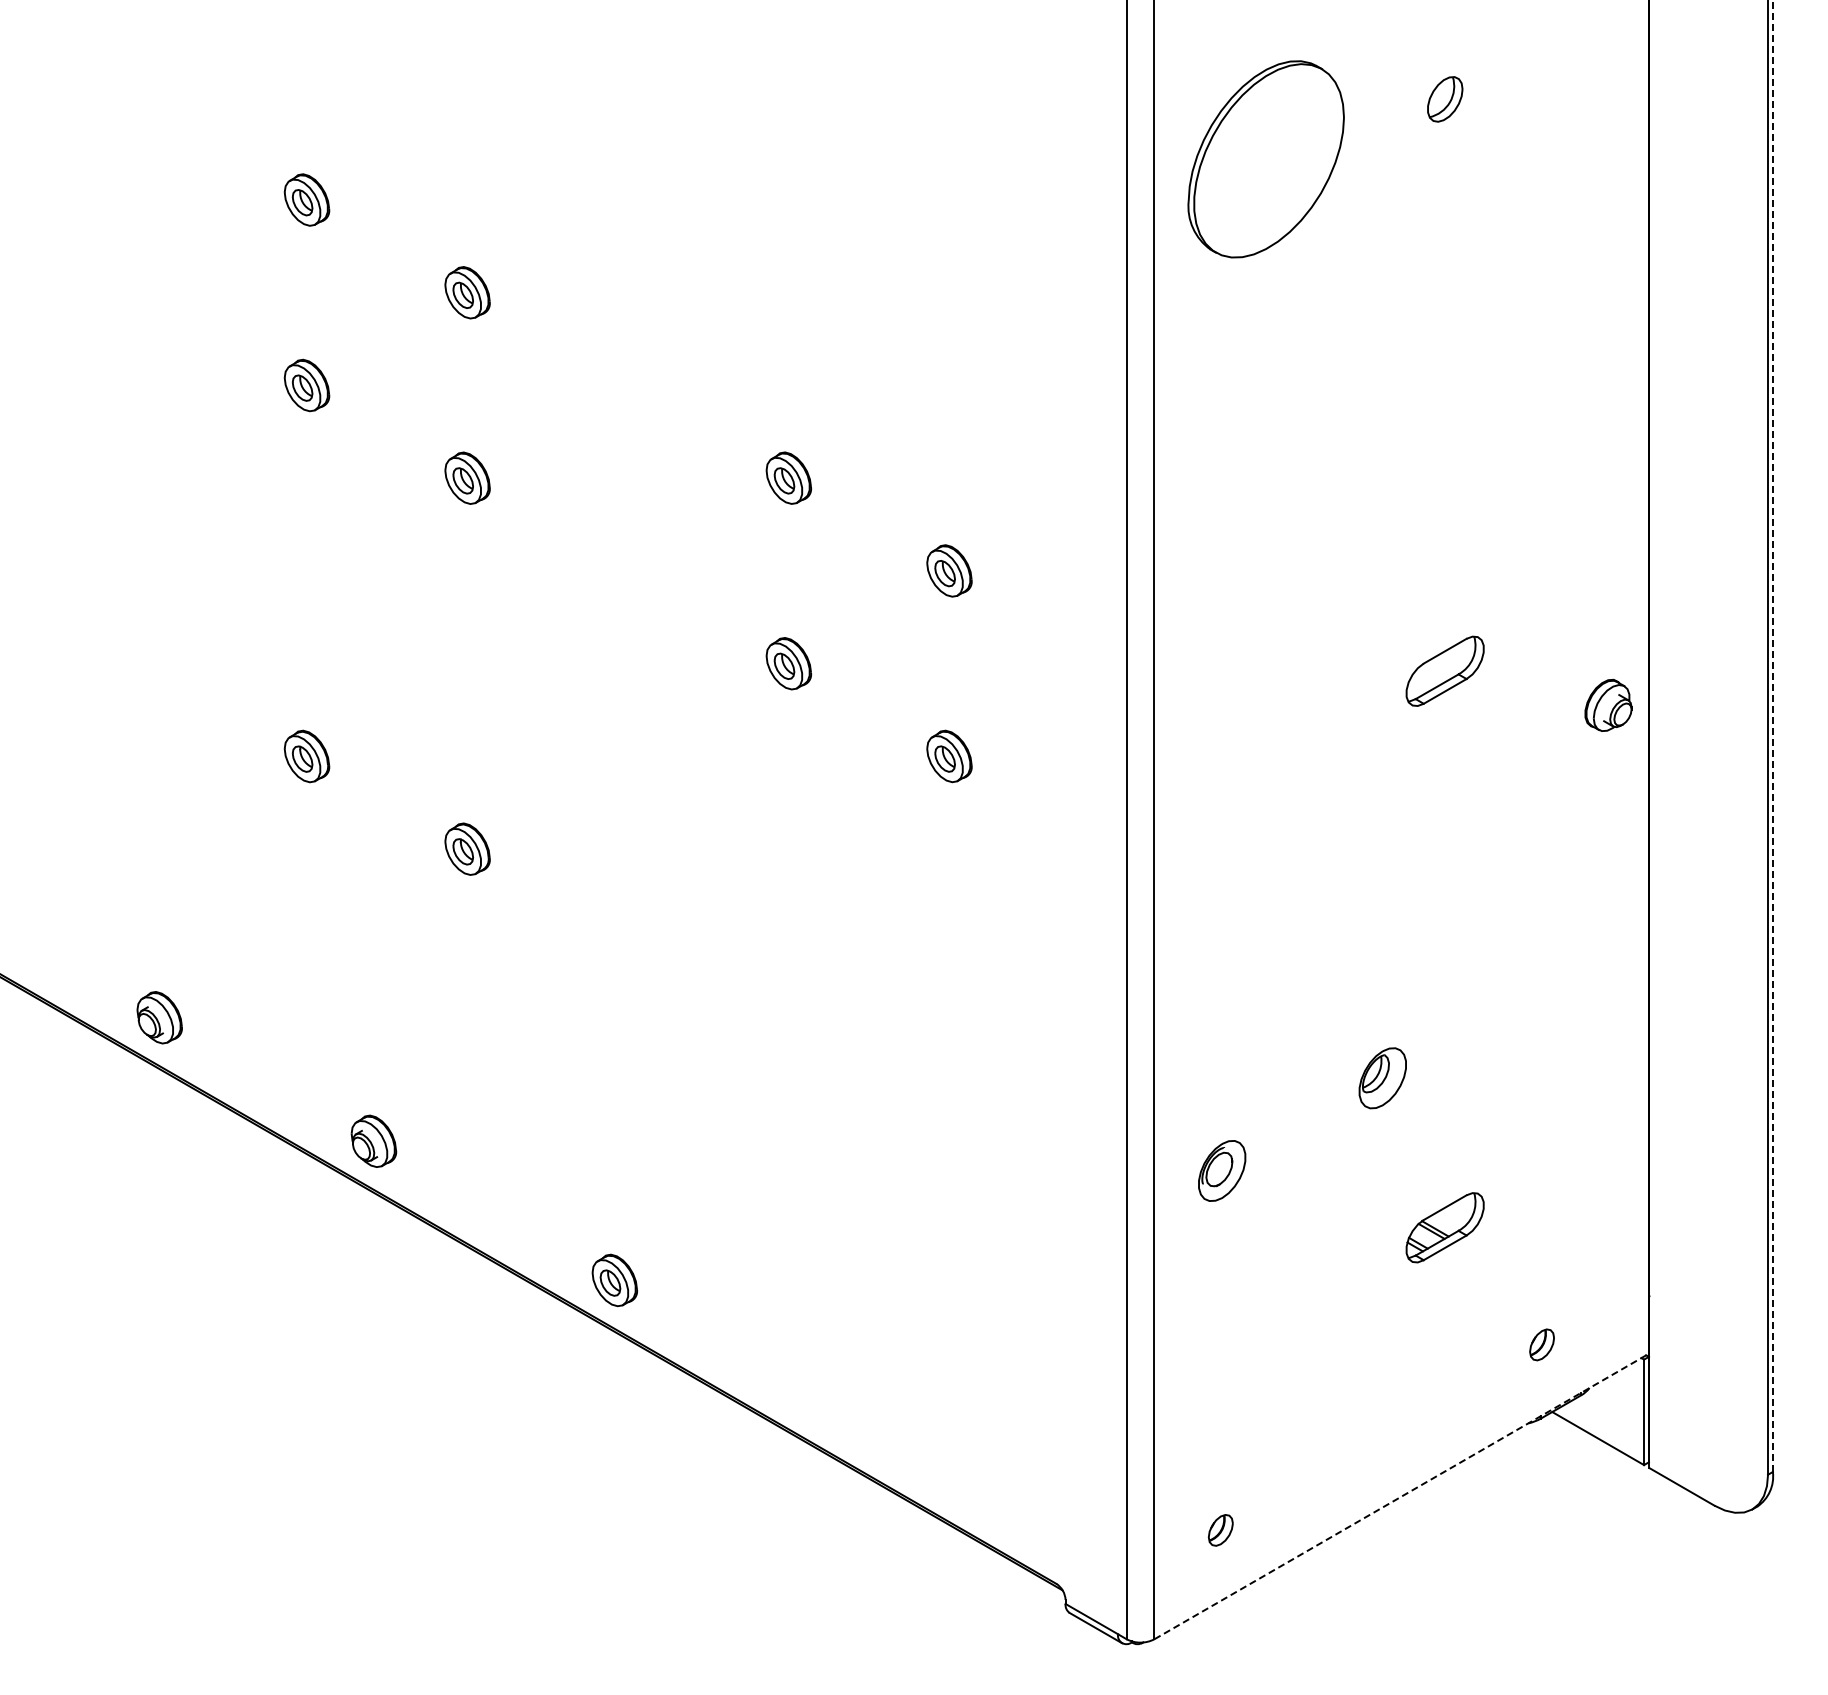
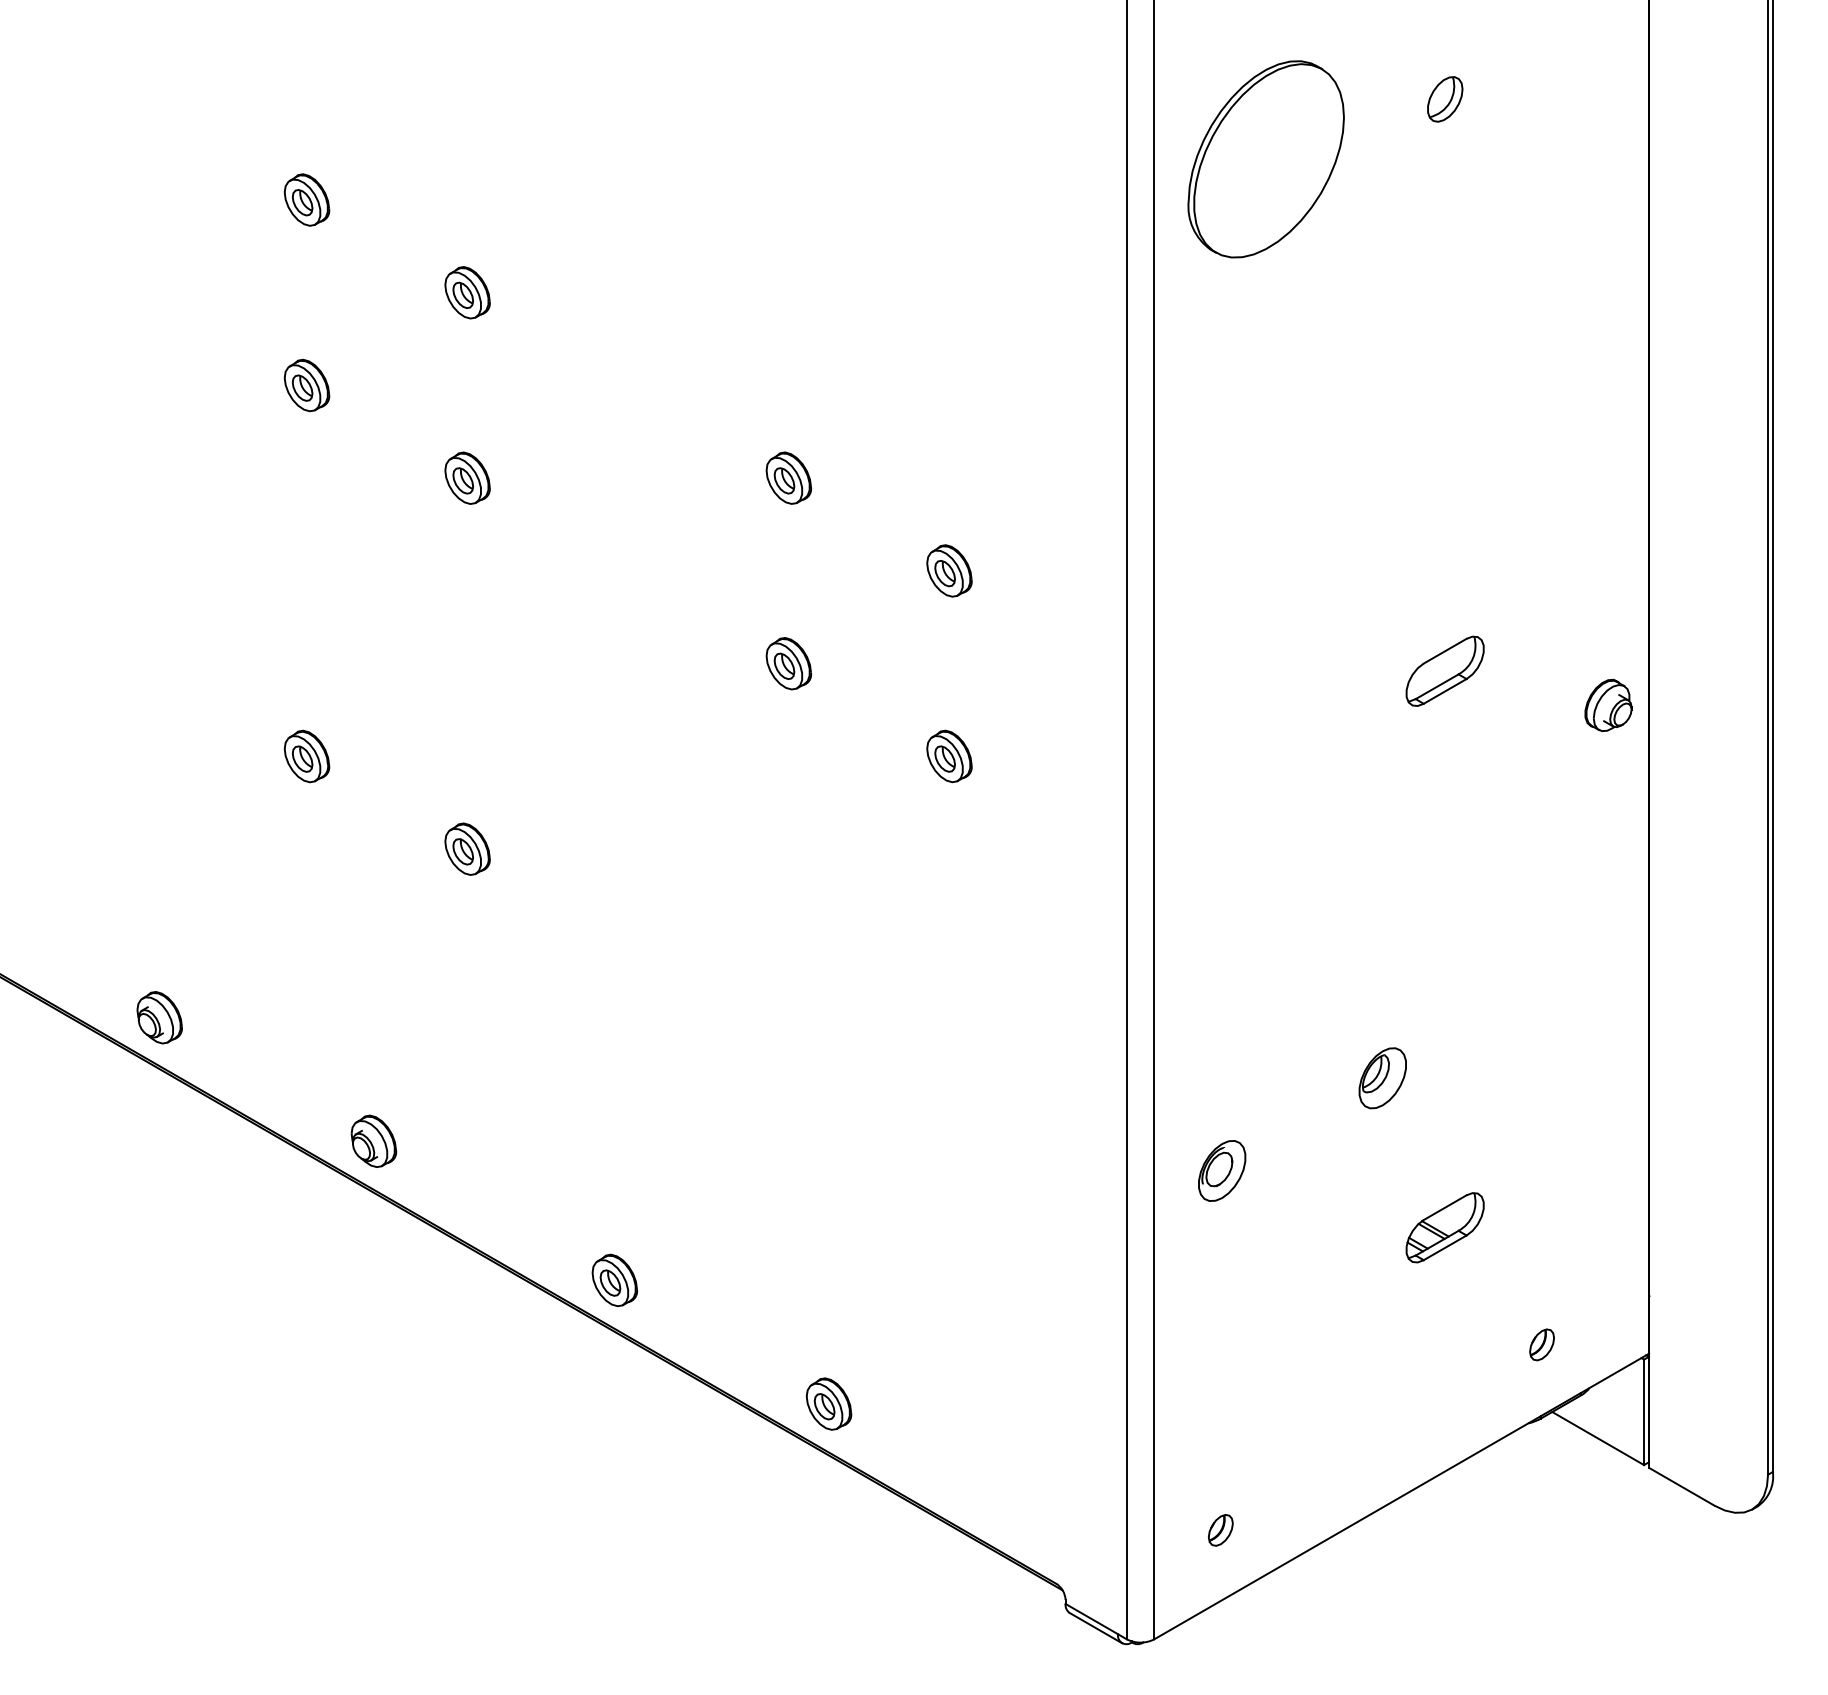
line at (1772, 736): dashed -> solid
part at (828, 1403): none -> present
line at (1401, 1496): dashed -> solid
